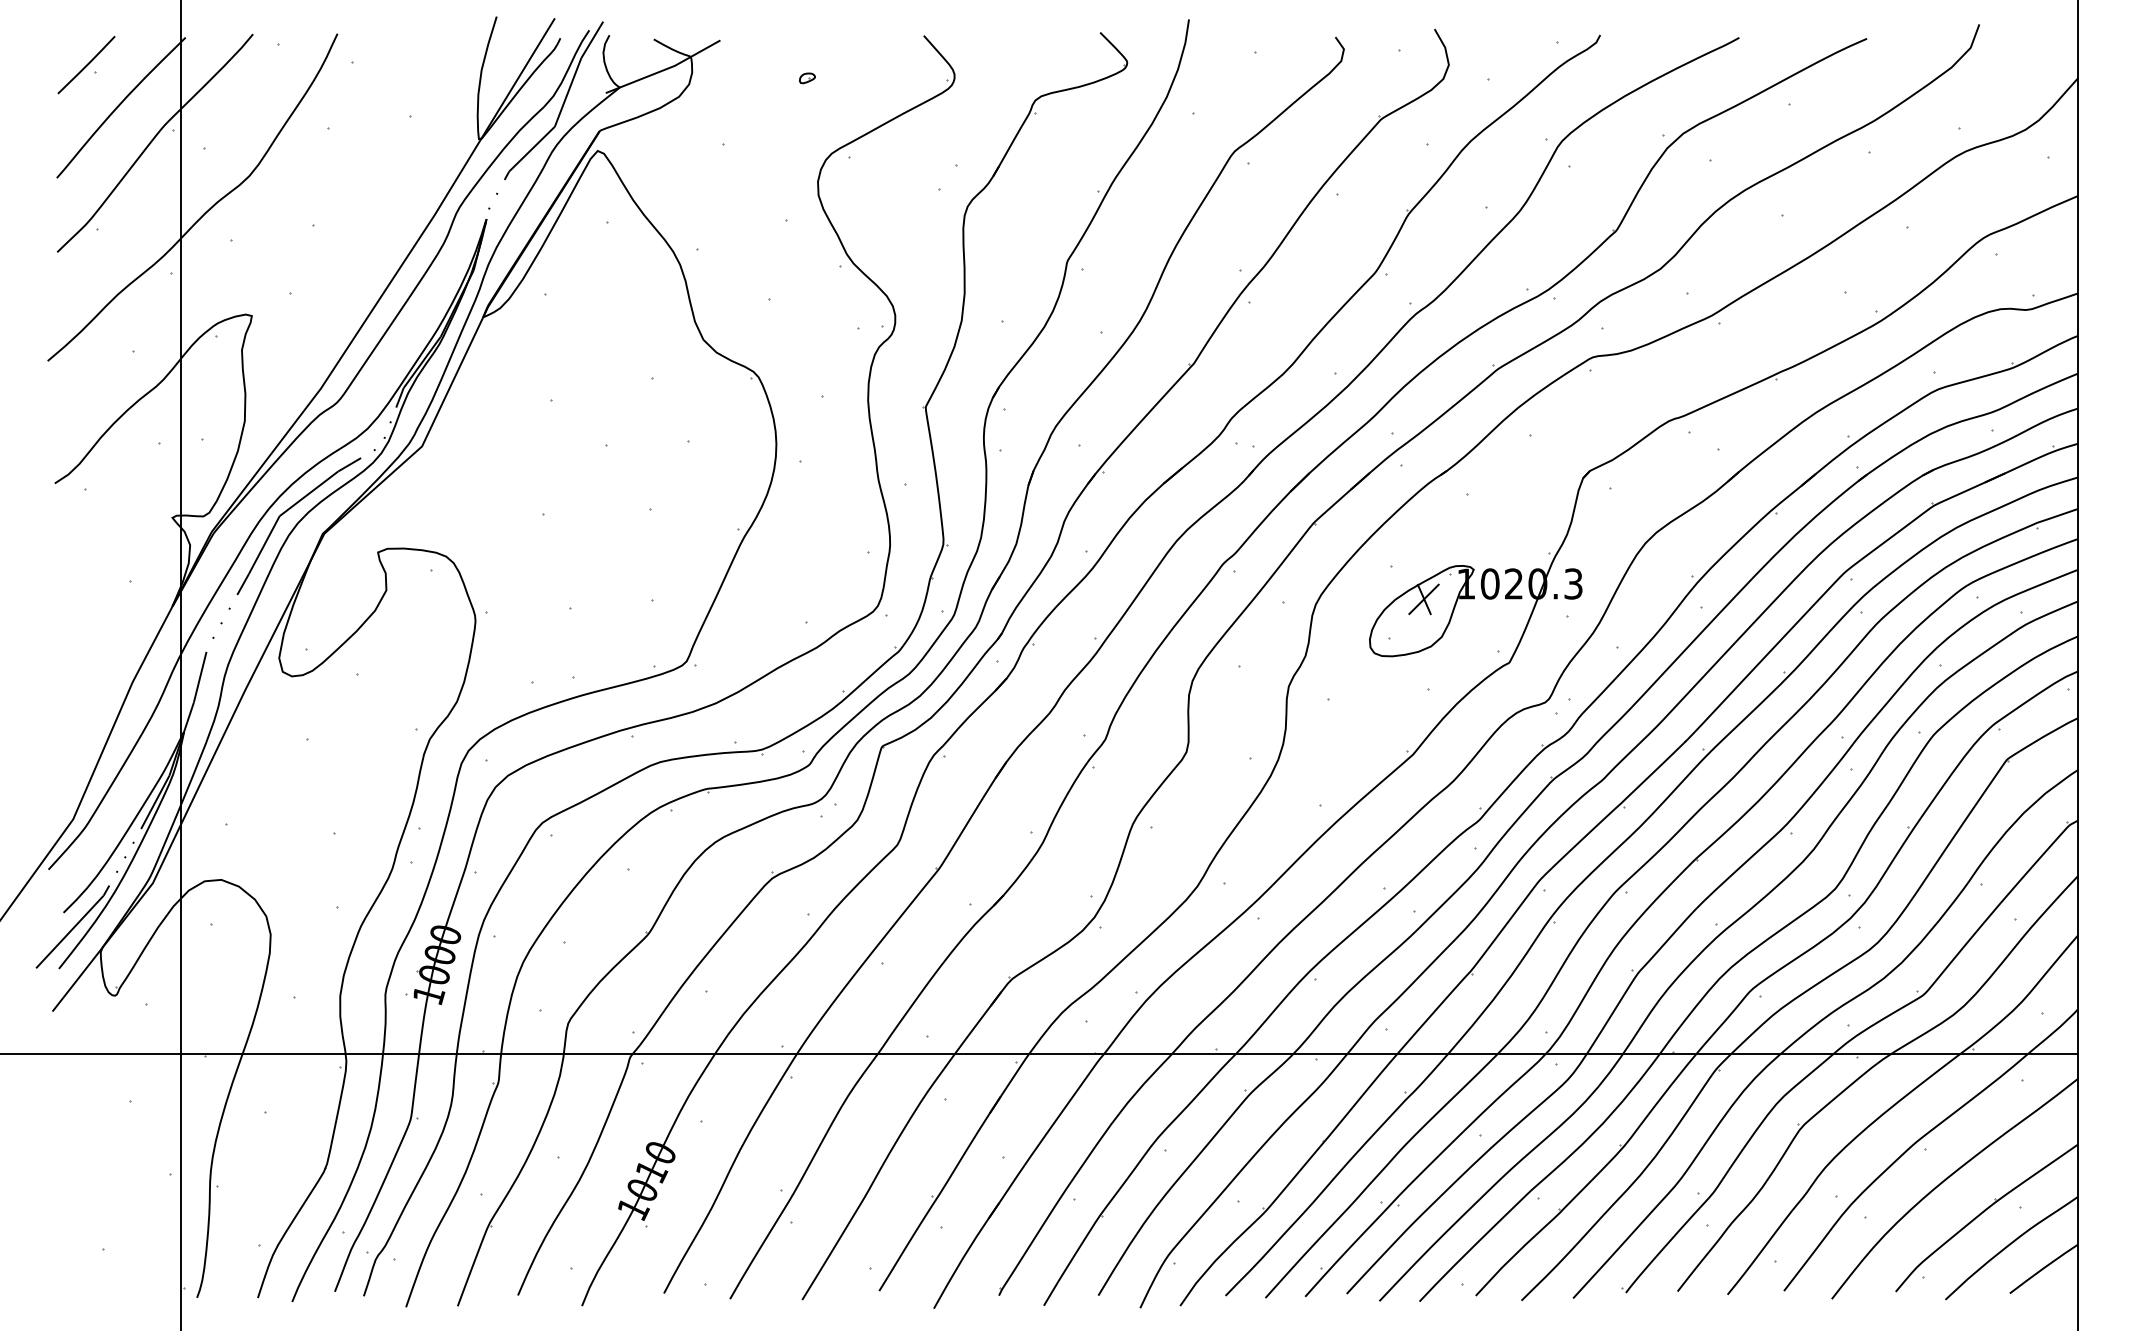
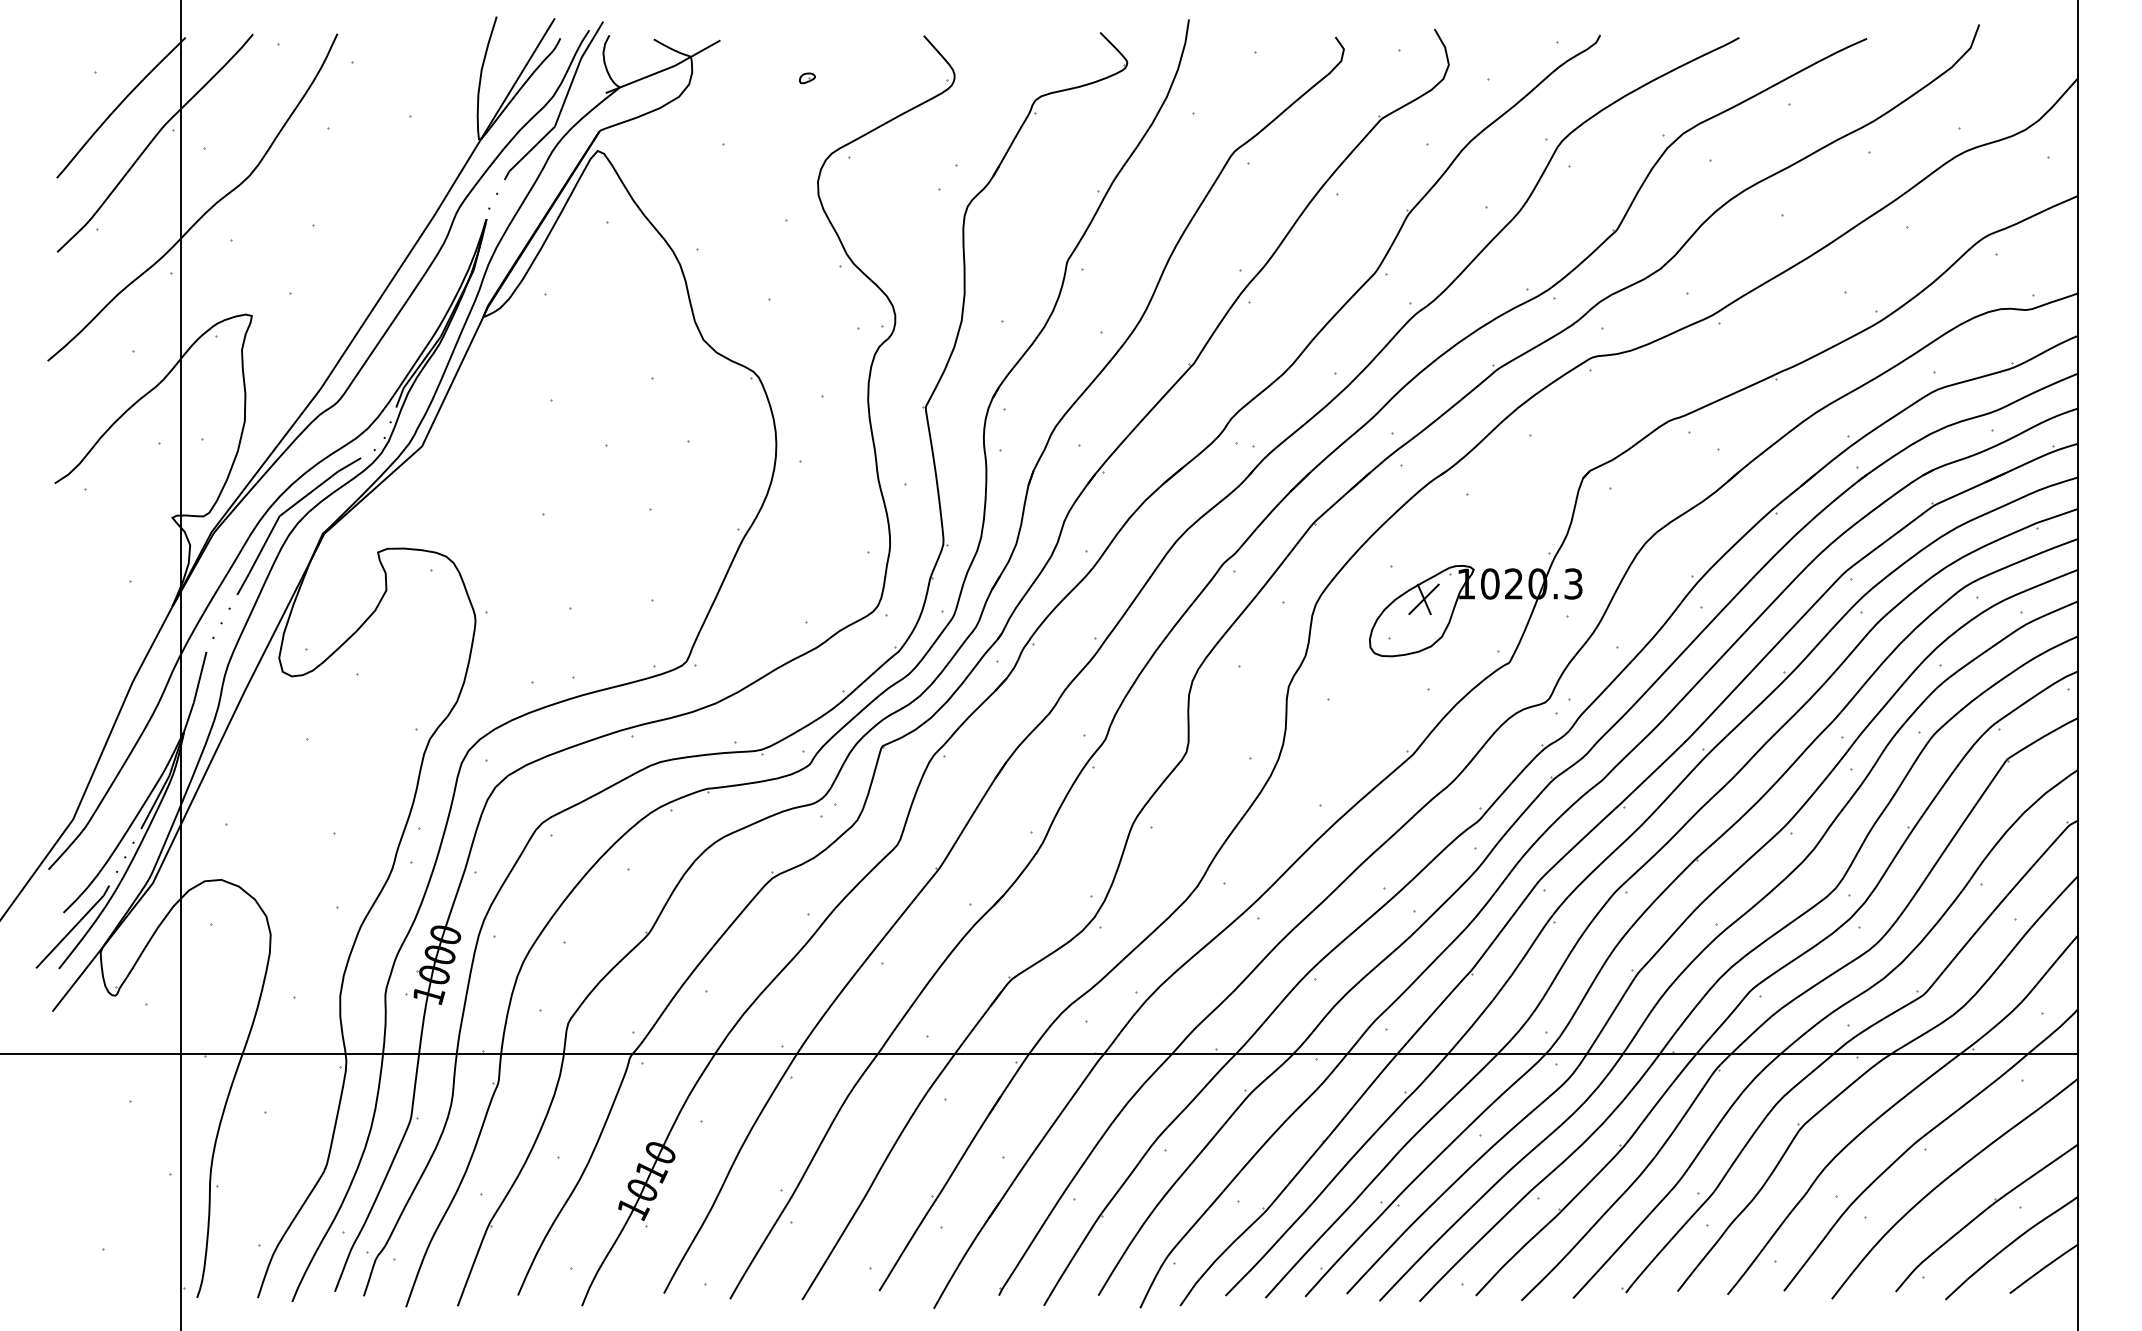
line at (86, 65): present -> none
